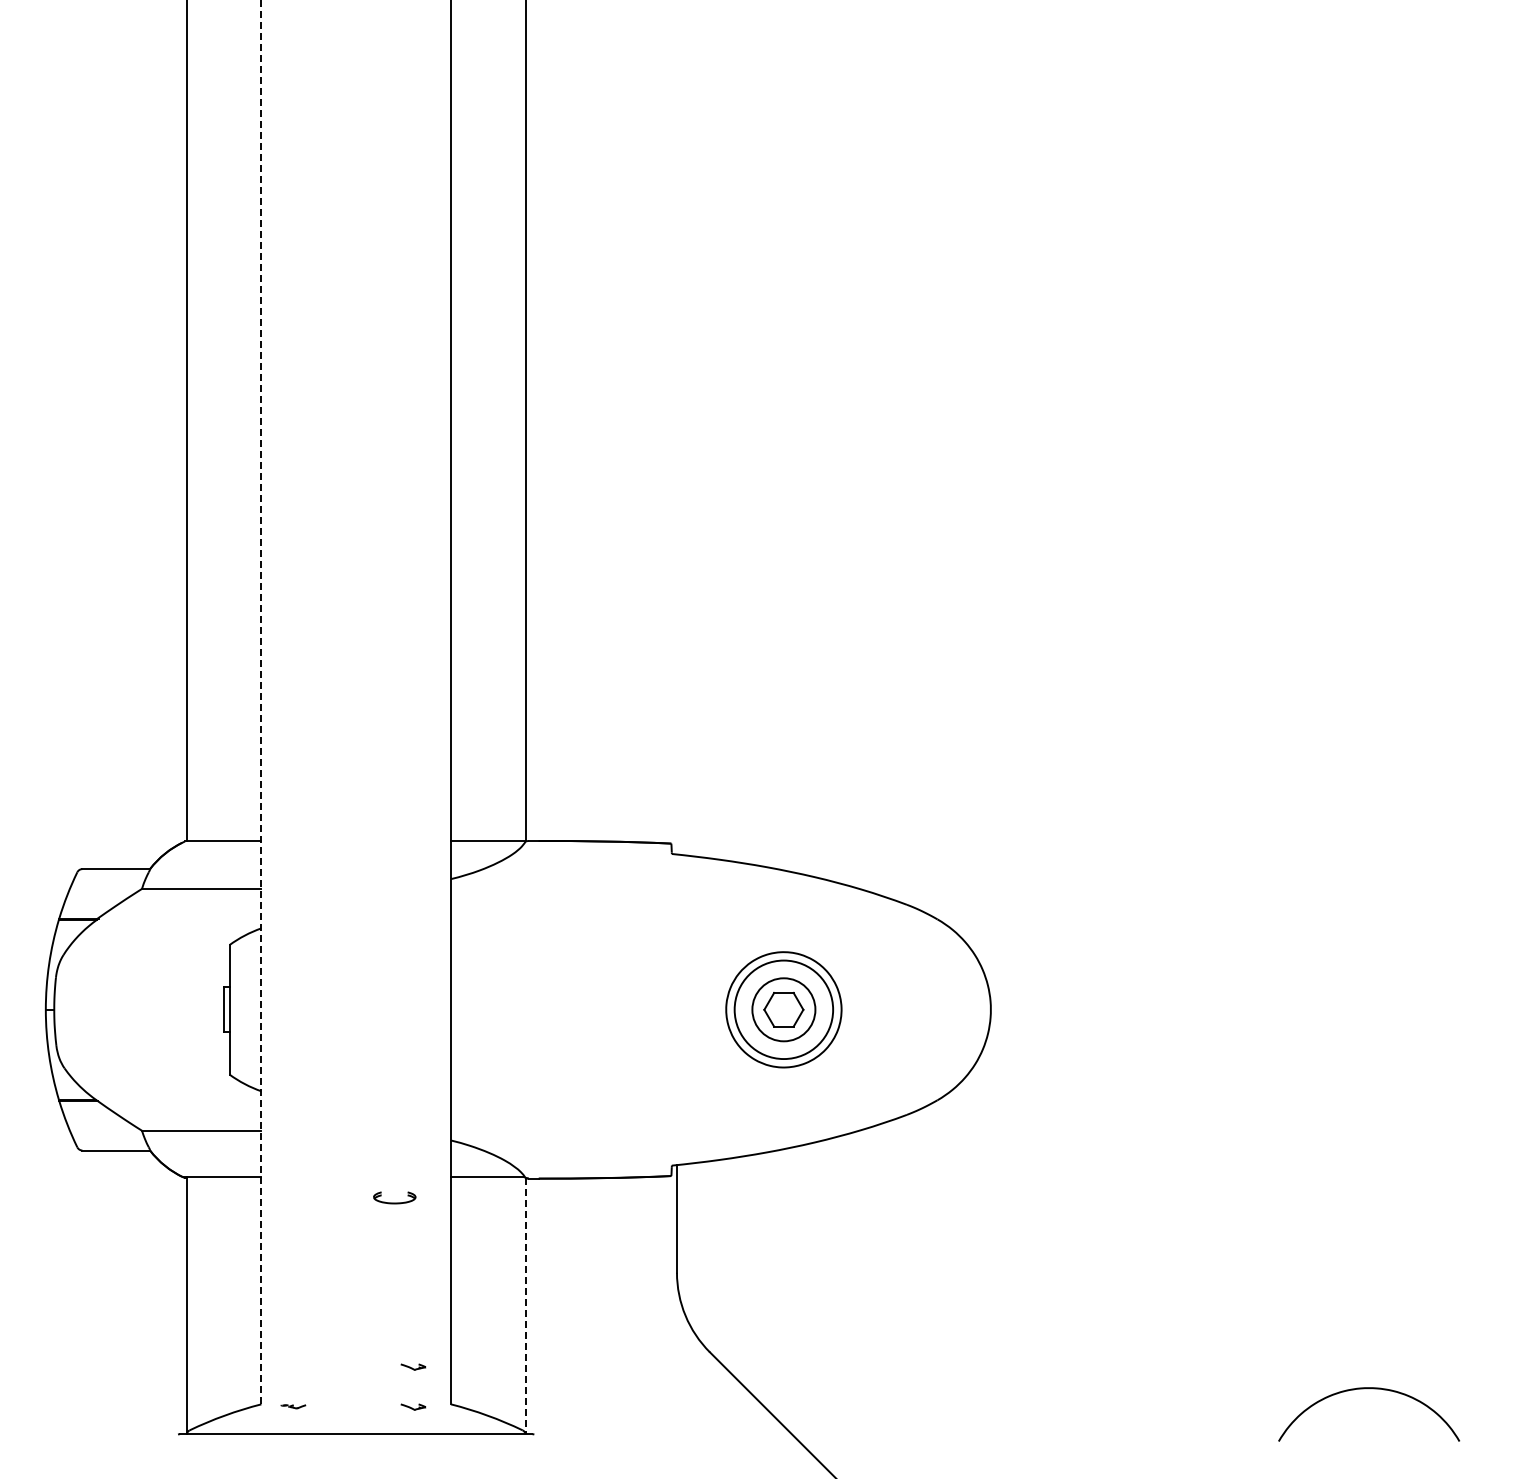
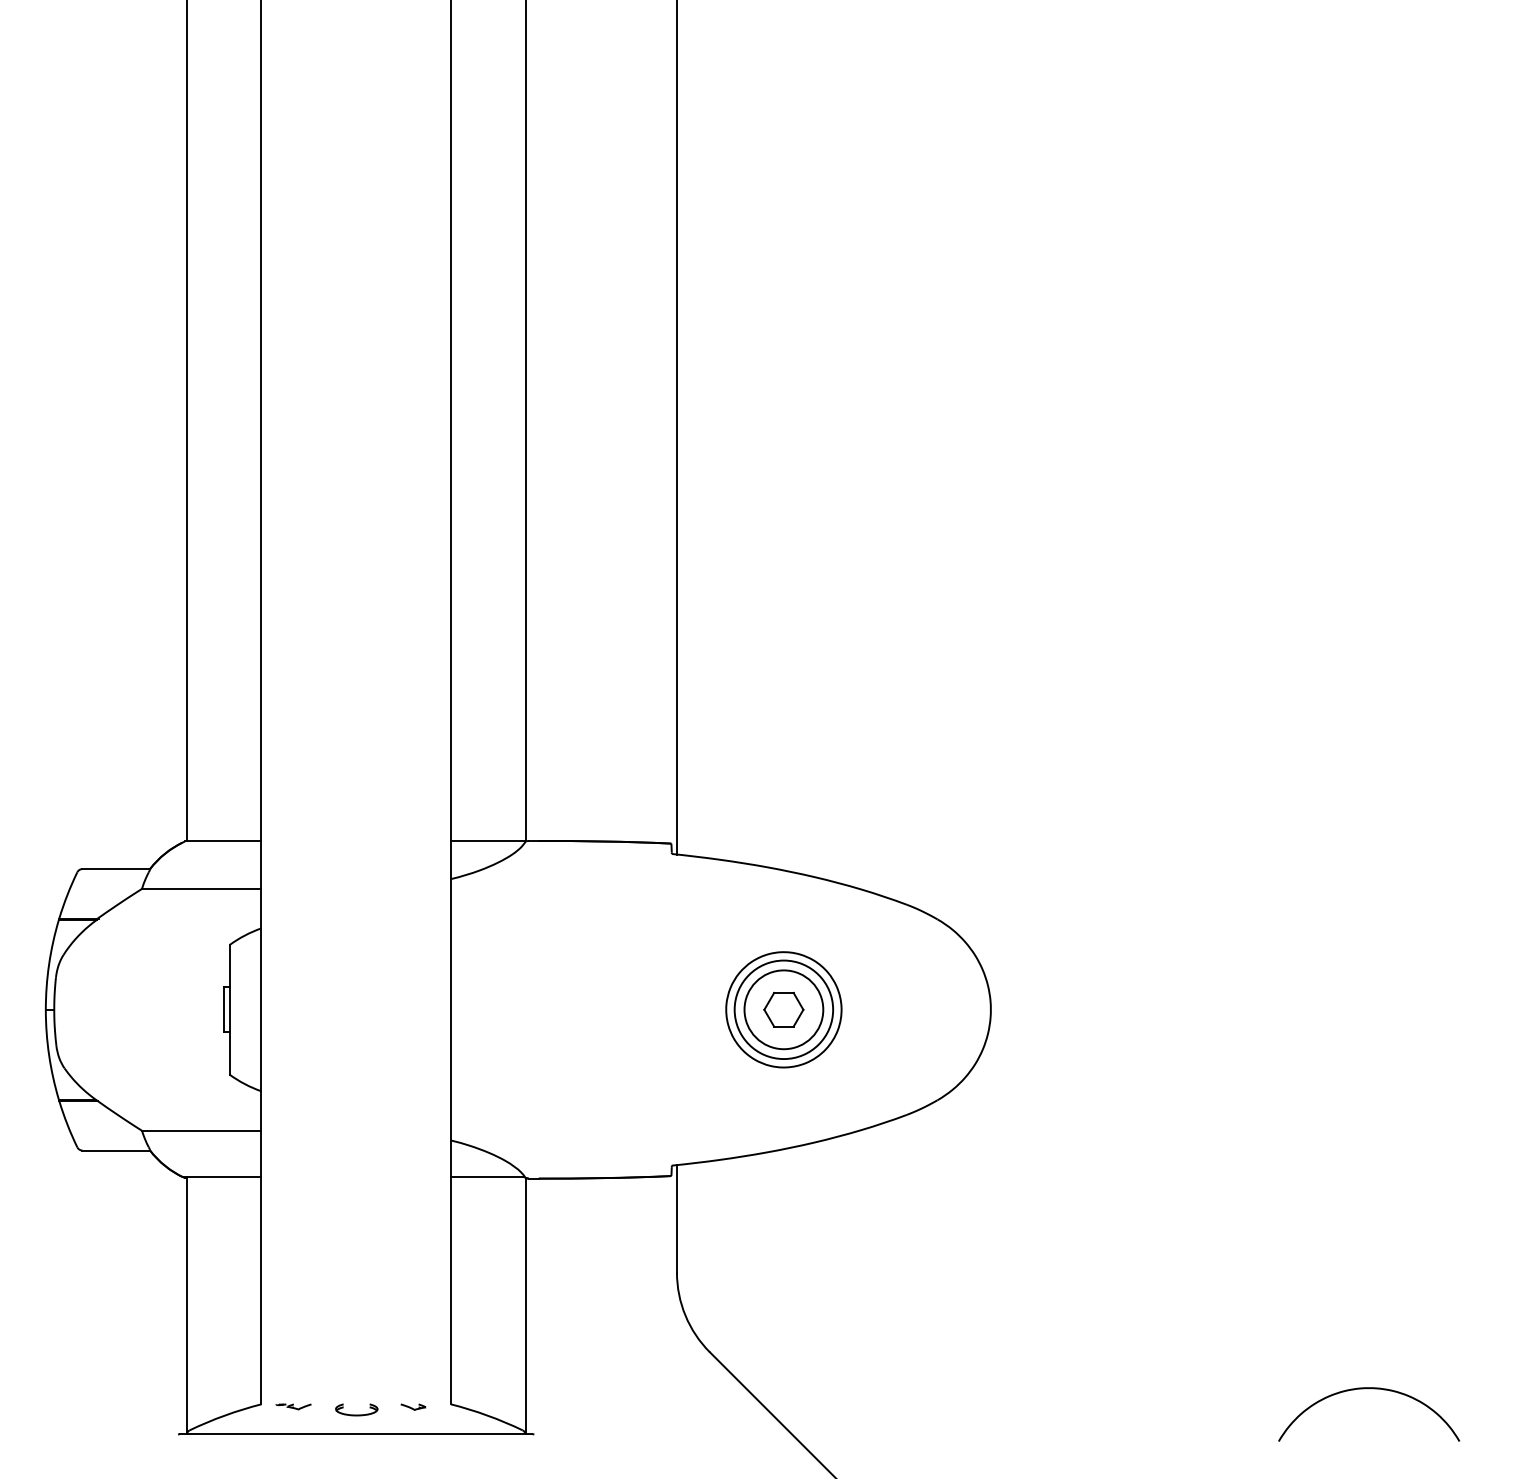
line at (676, 428): none -> present
line at (261, 702): dashed -> solid
circle at (783, 1009) diameter: 63 px -> 79 px
part at (394, 1197) position: (394, 1197) -> (356, 1409)
line at (525, 1306): dashed -> solid
part at (413, 1366): present -> none
part at (293, 1406) size: 27x6 px -> 37x8 px
